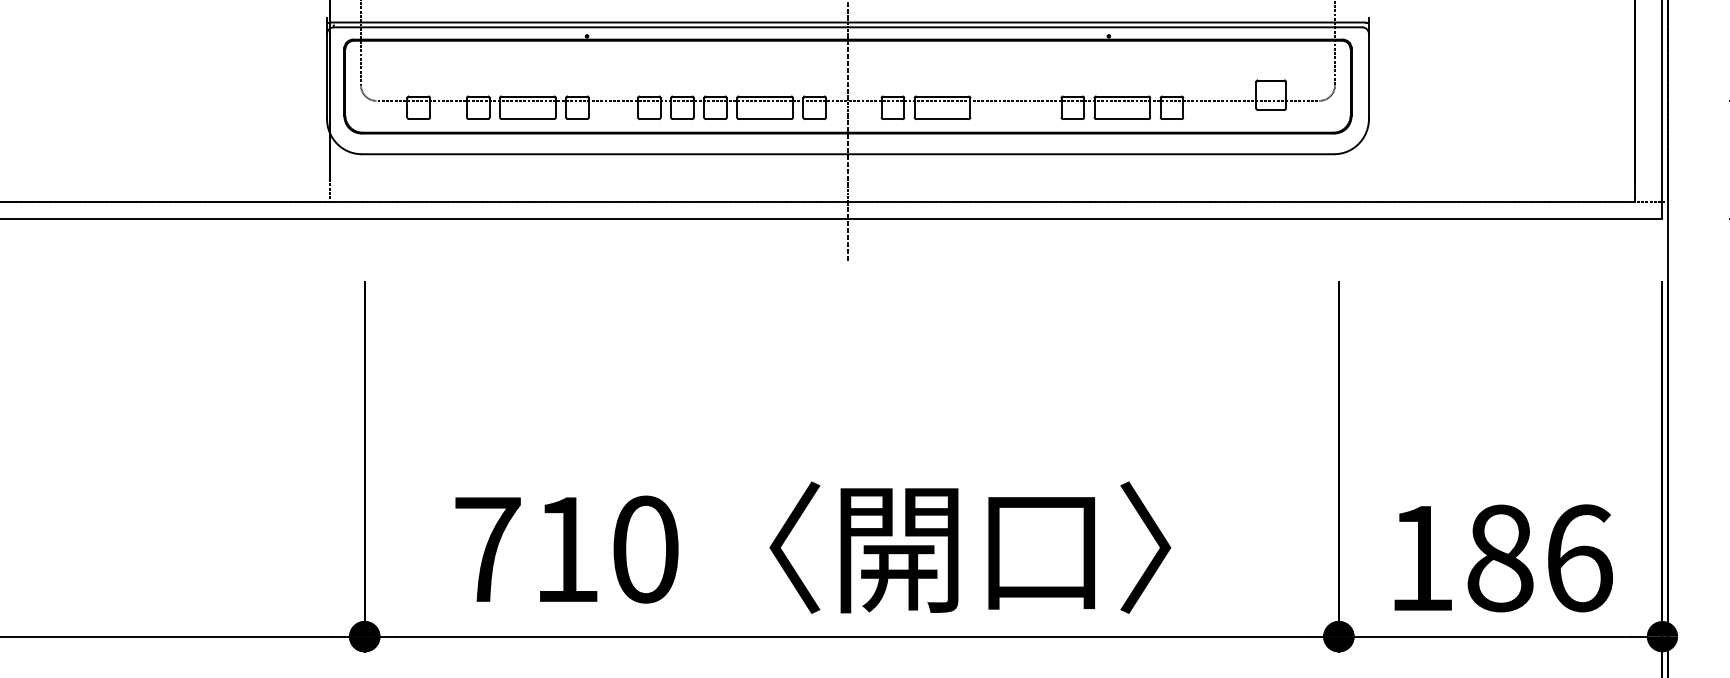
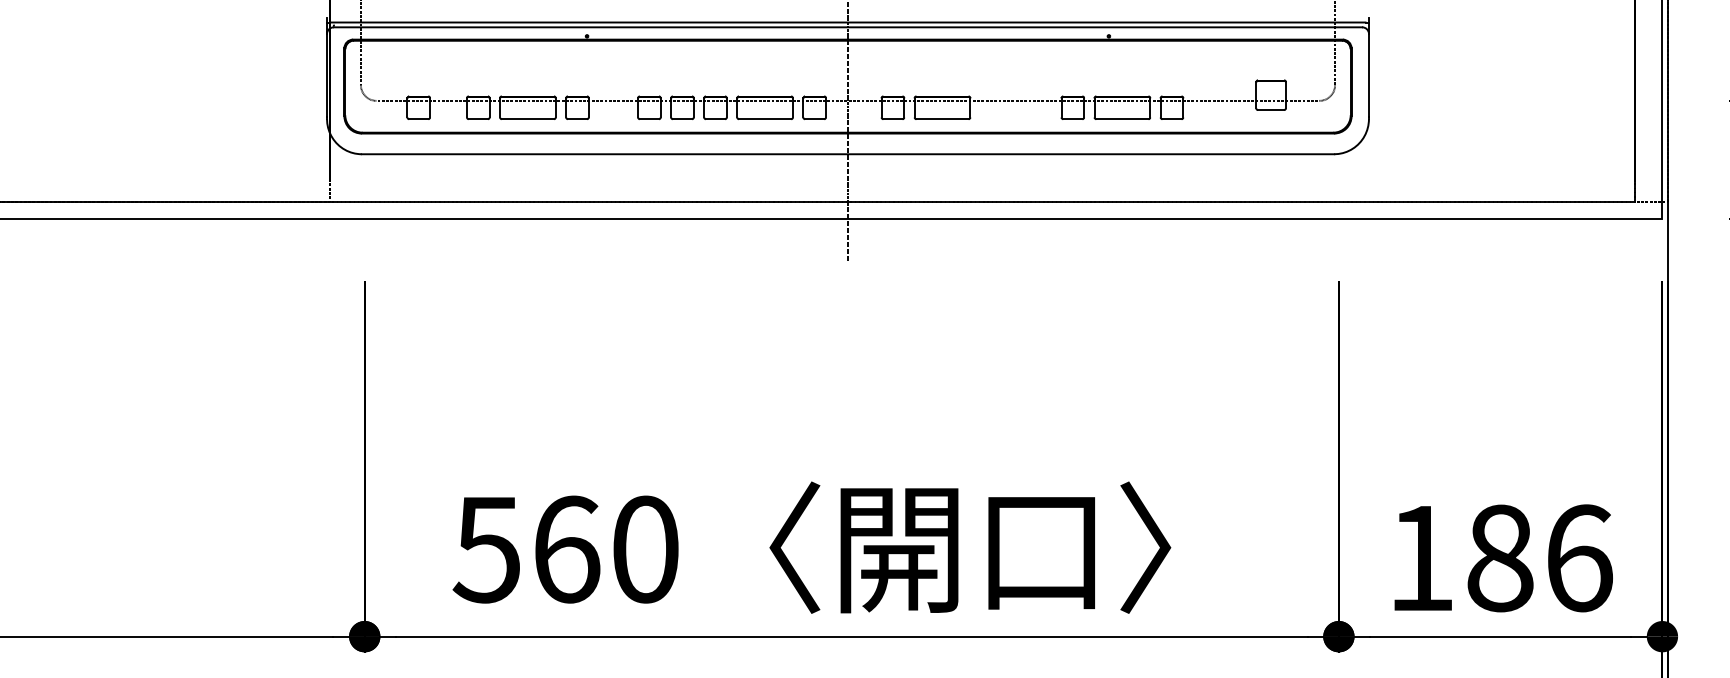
text at (526, 549): 710 -> 560
